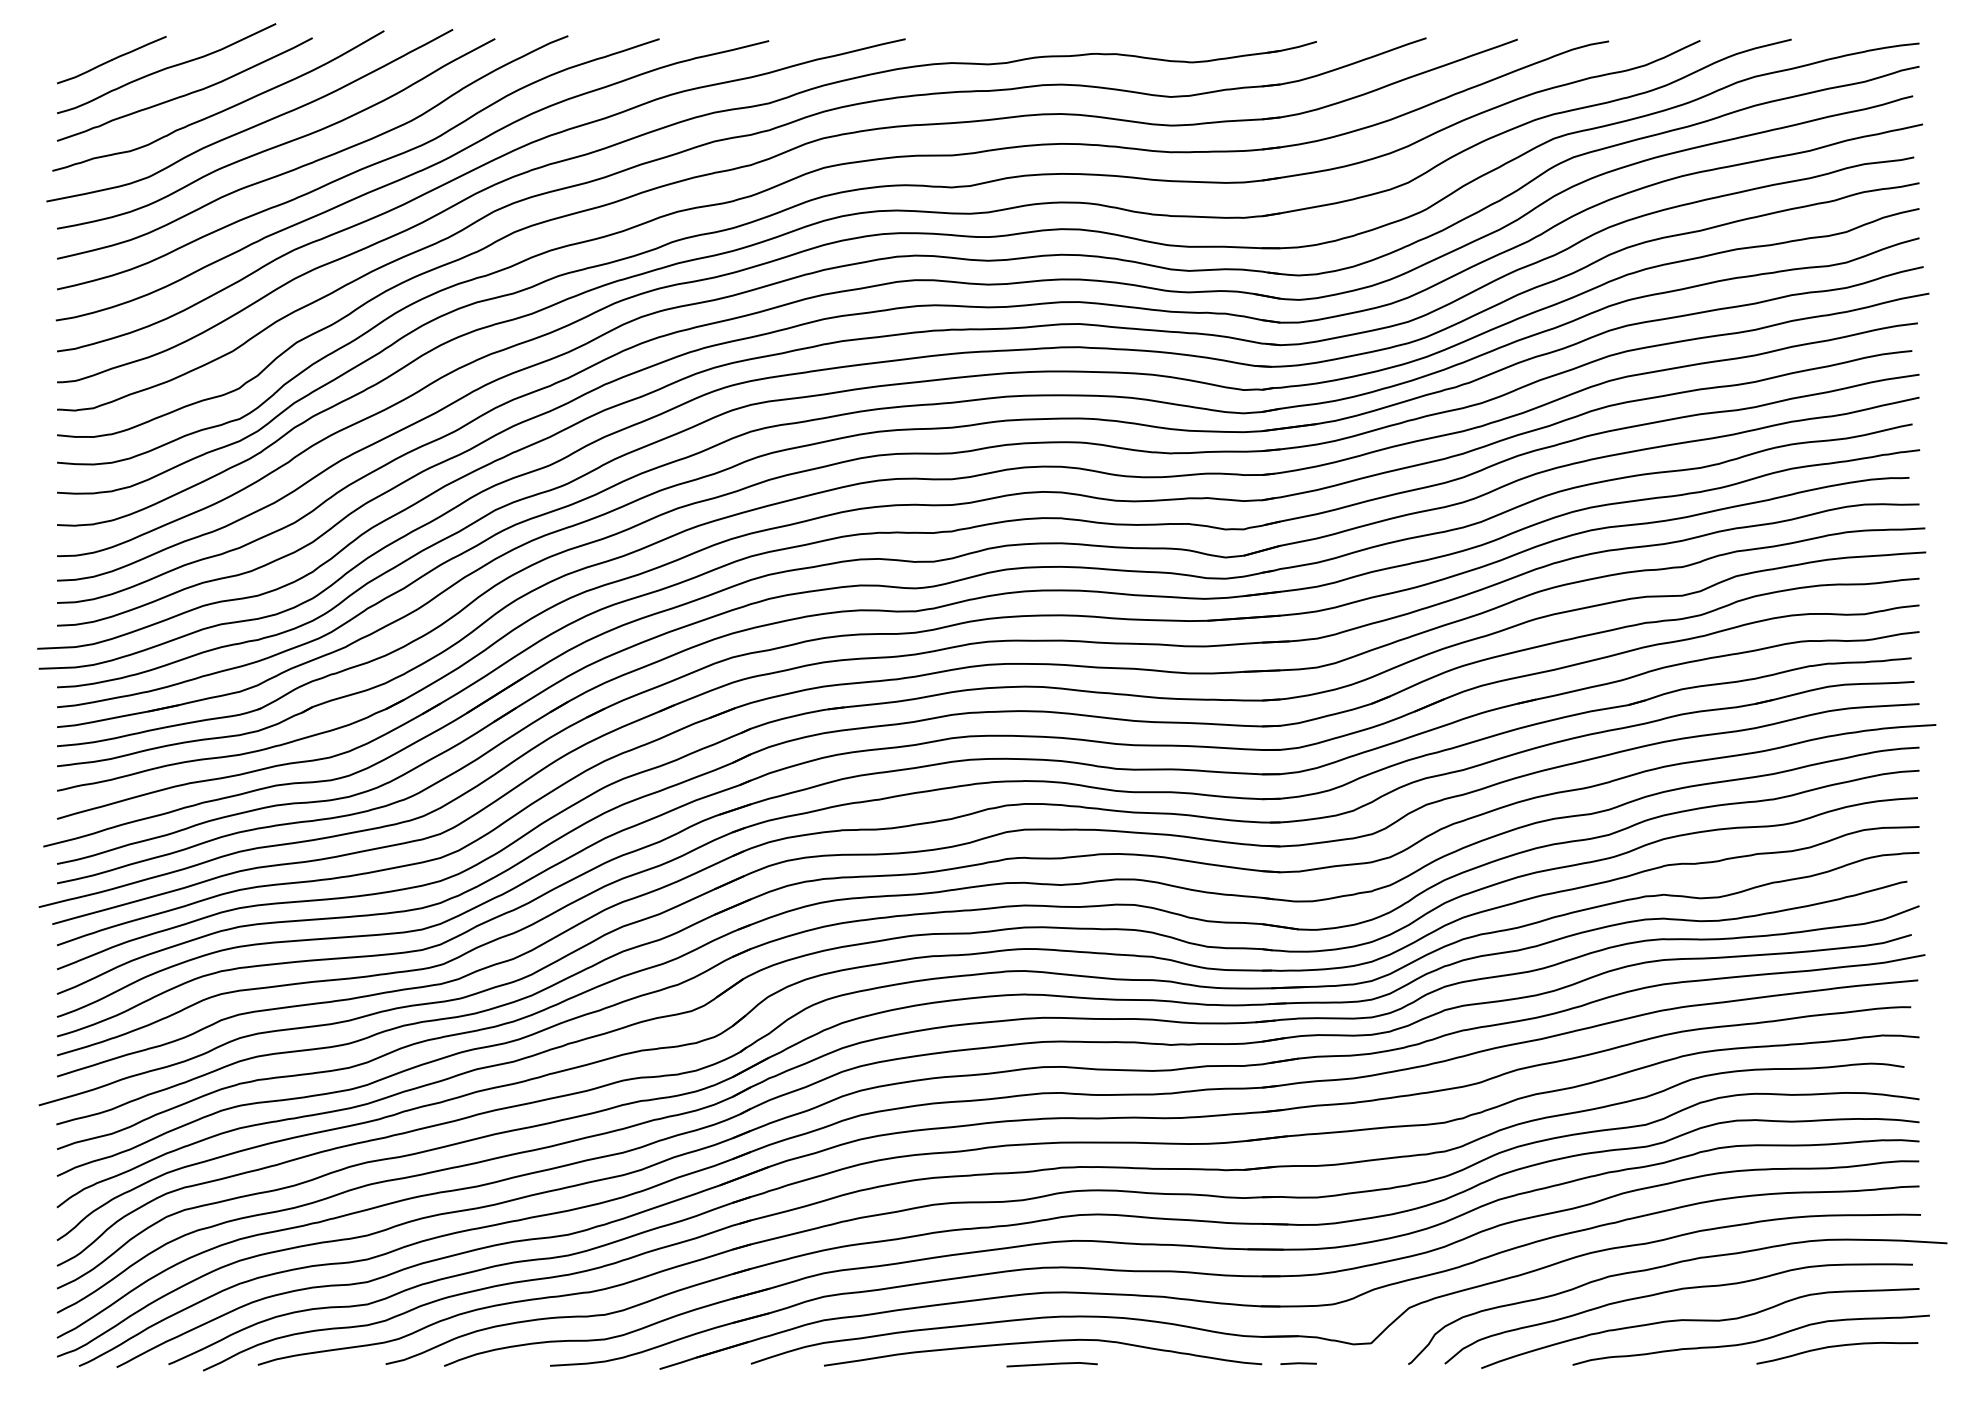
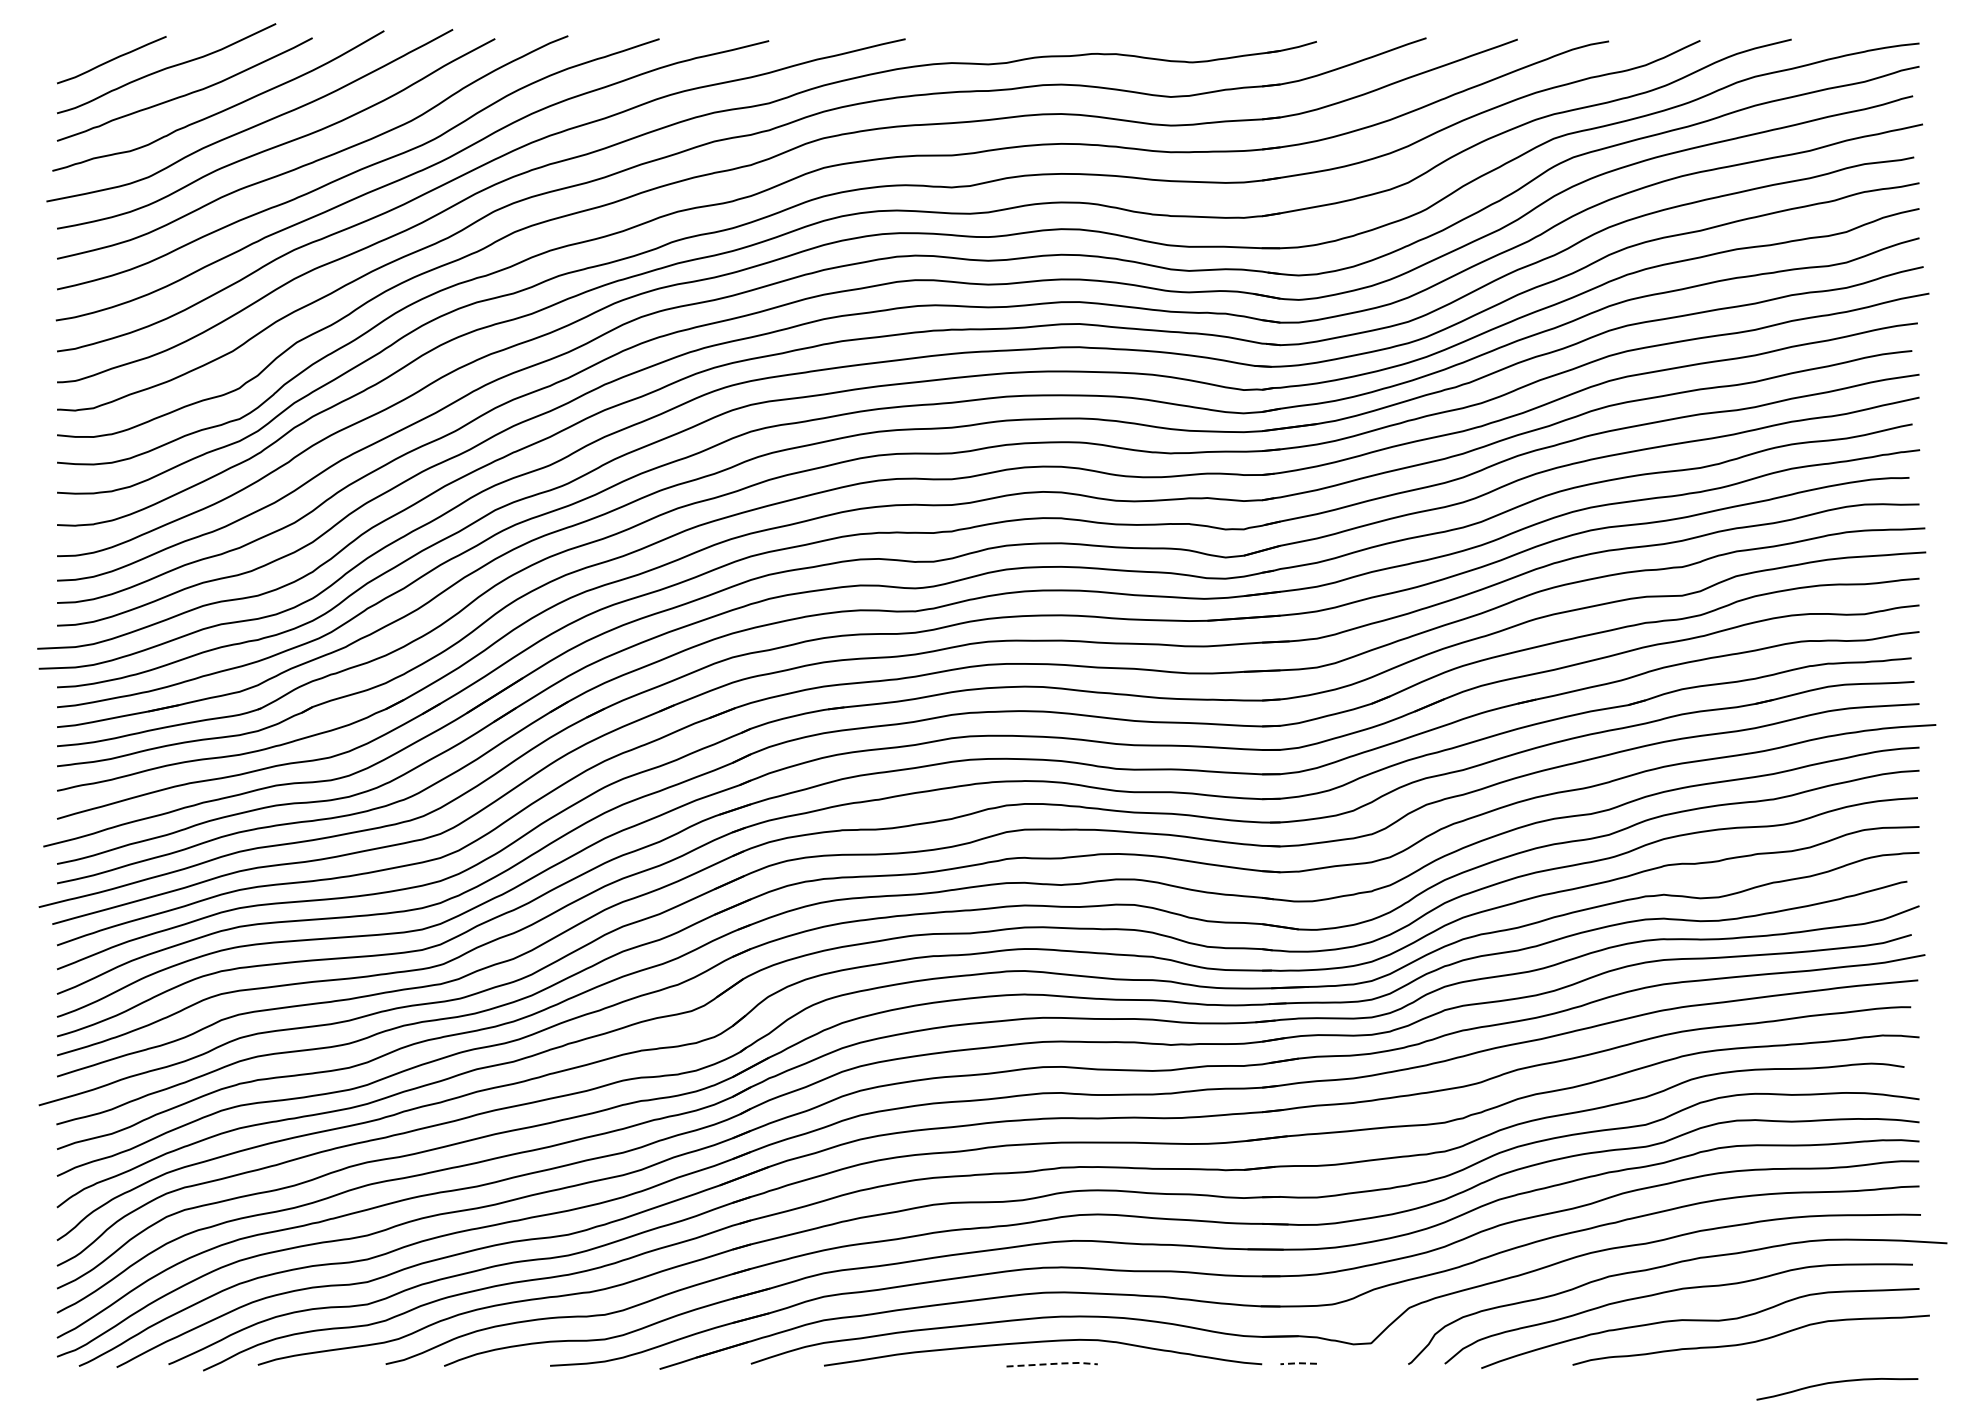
curve at (1835, 1347) position: (1835, 1347) -> (1835, 1383)
line at (1054, 1363): solid -> dashed
line at (1298, 1363): solid -> dashed
